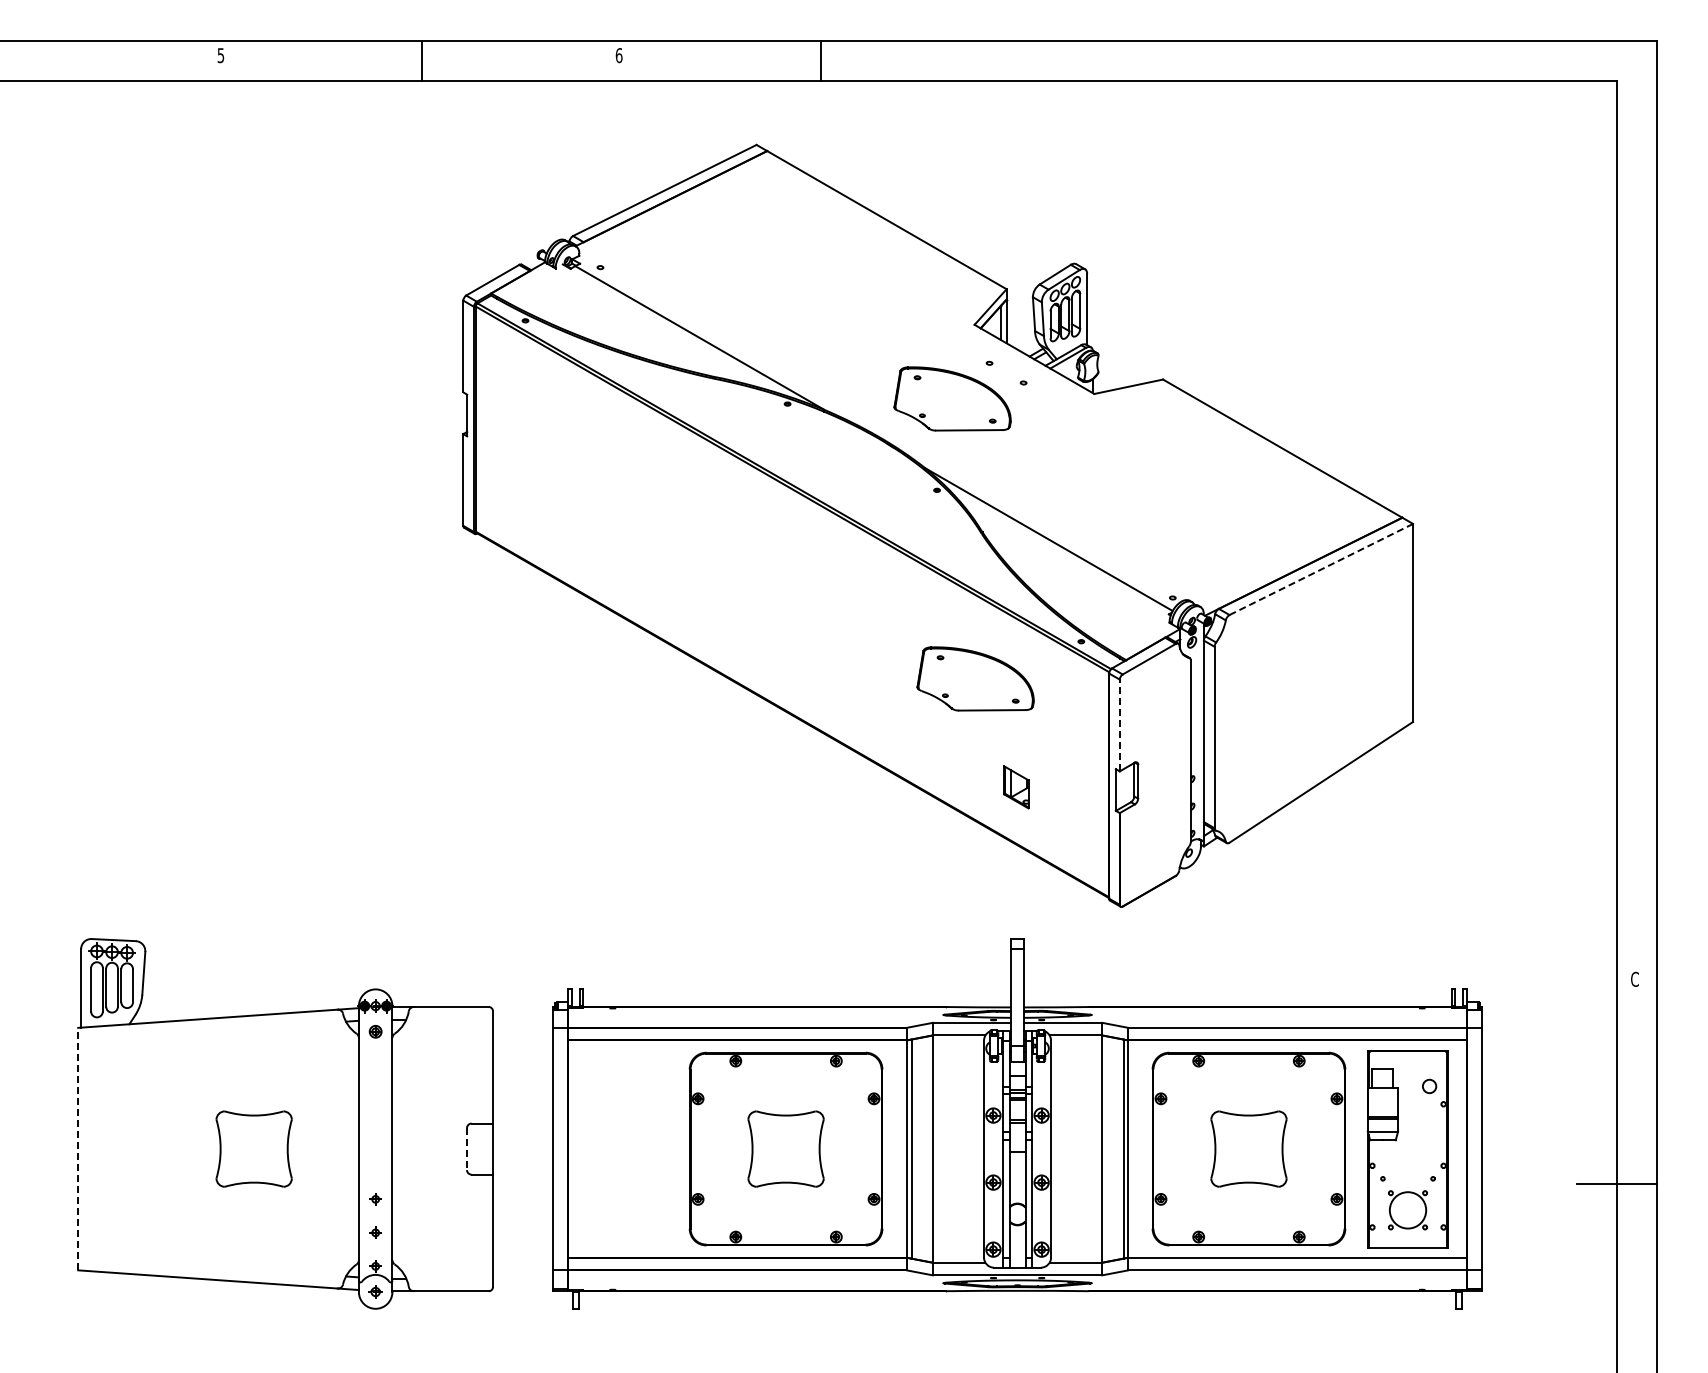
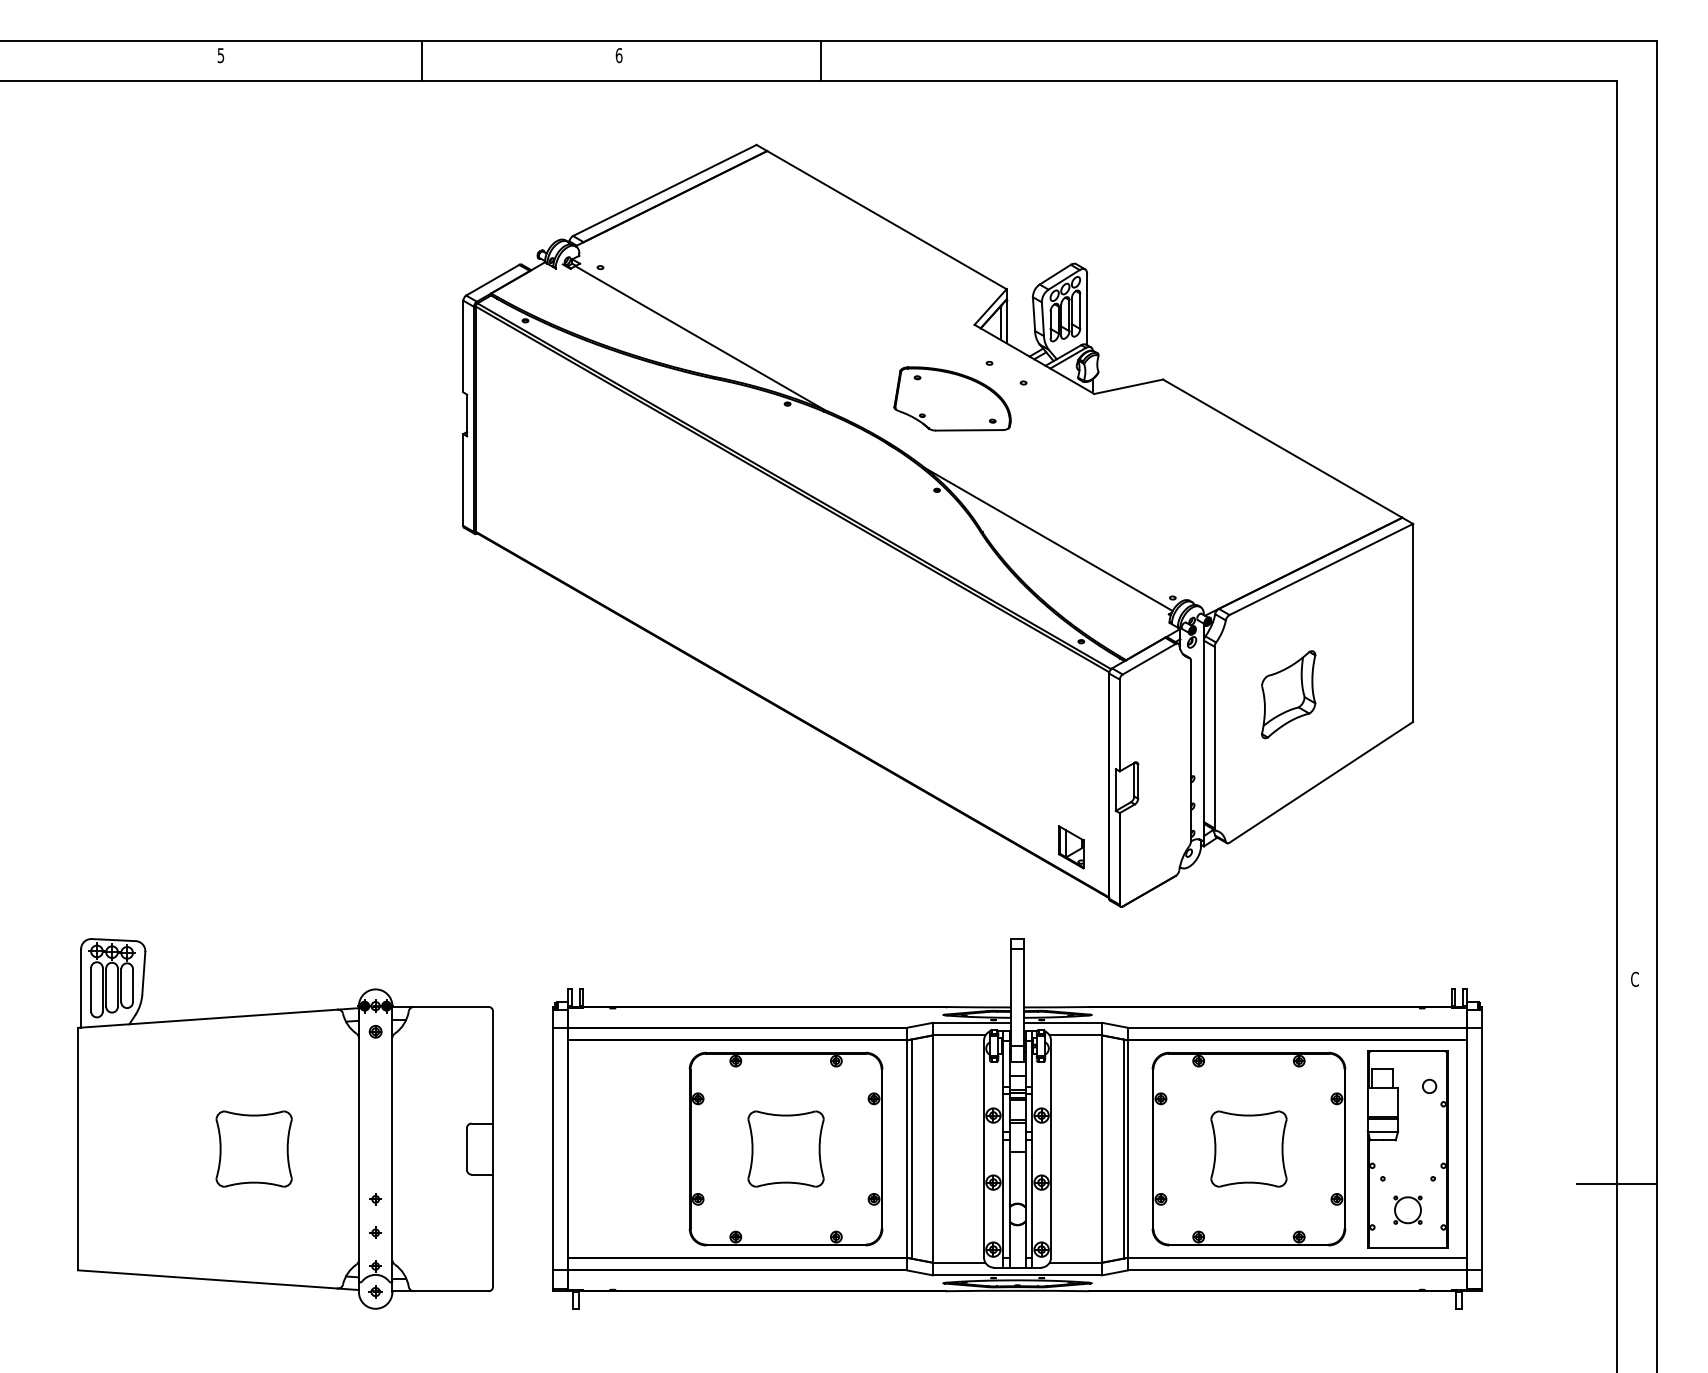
line at (1321, 569): dashed -> solid
part at (975, 678): present -> none
part at (1288, 694): none -> present
line at (1119, 725): dashed -> solid
part at (1016, 787) position: (1016, 787) -> (1071, 847)
line at (78, 1148): dashed -> solid
line at (467, 1149): dashed -> solid
part at (1407, 1210) size: 40x41 px -> 30x30 px
